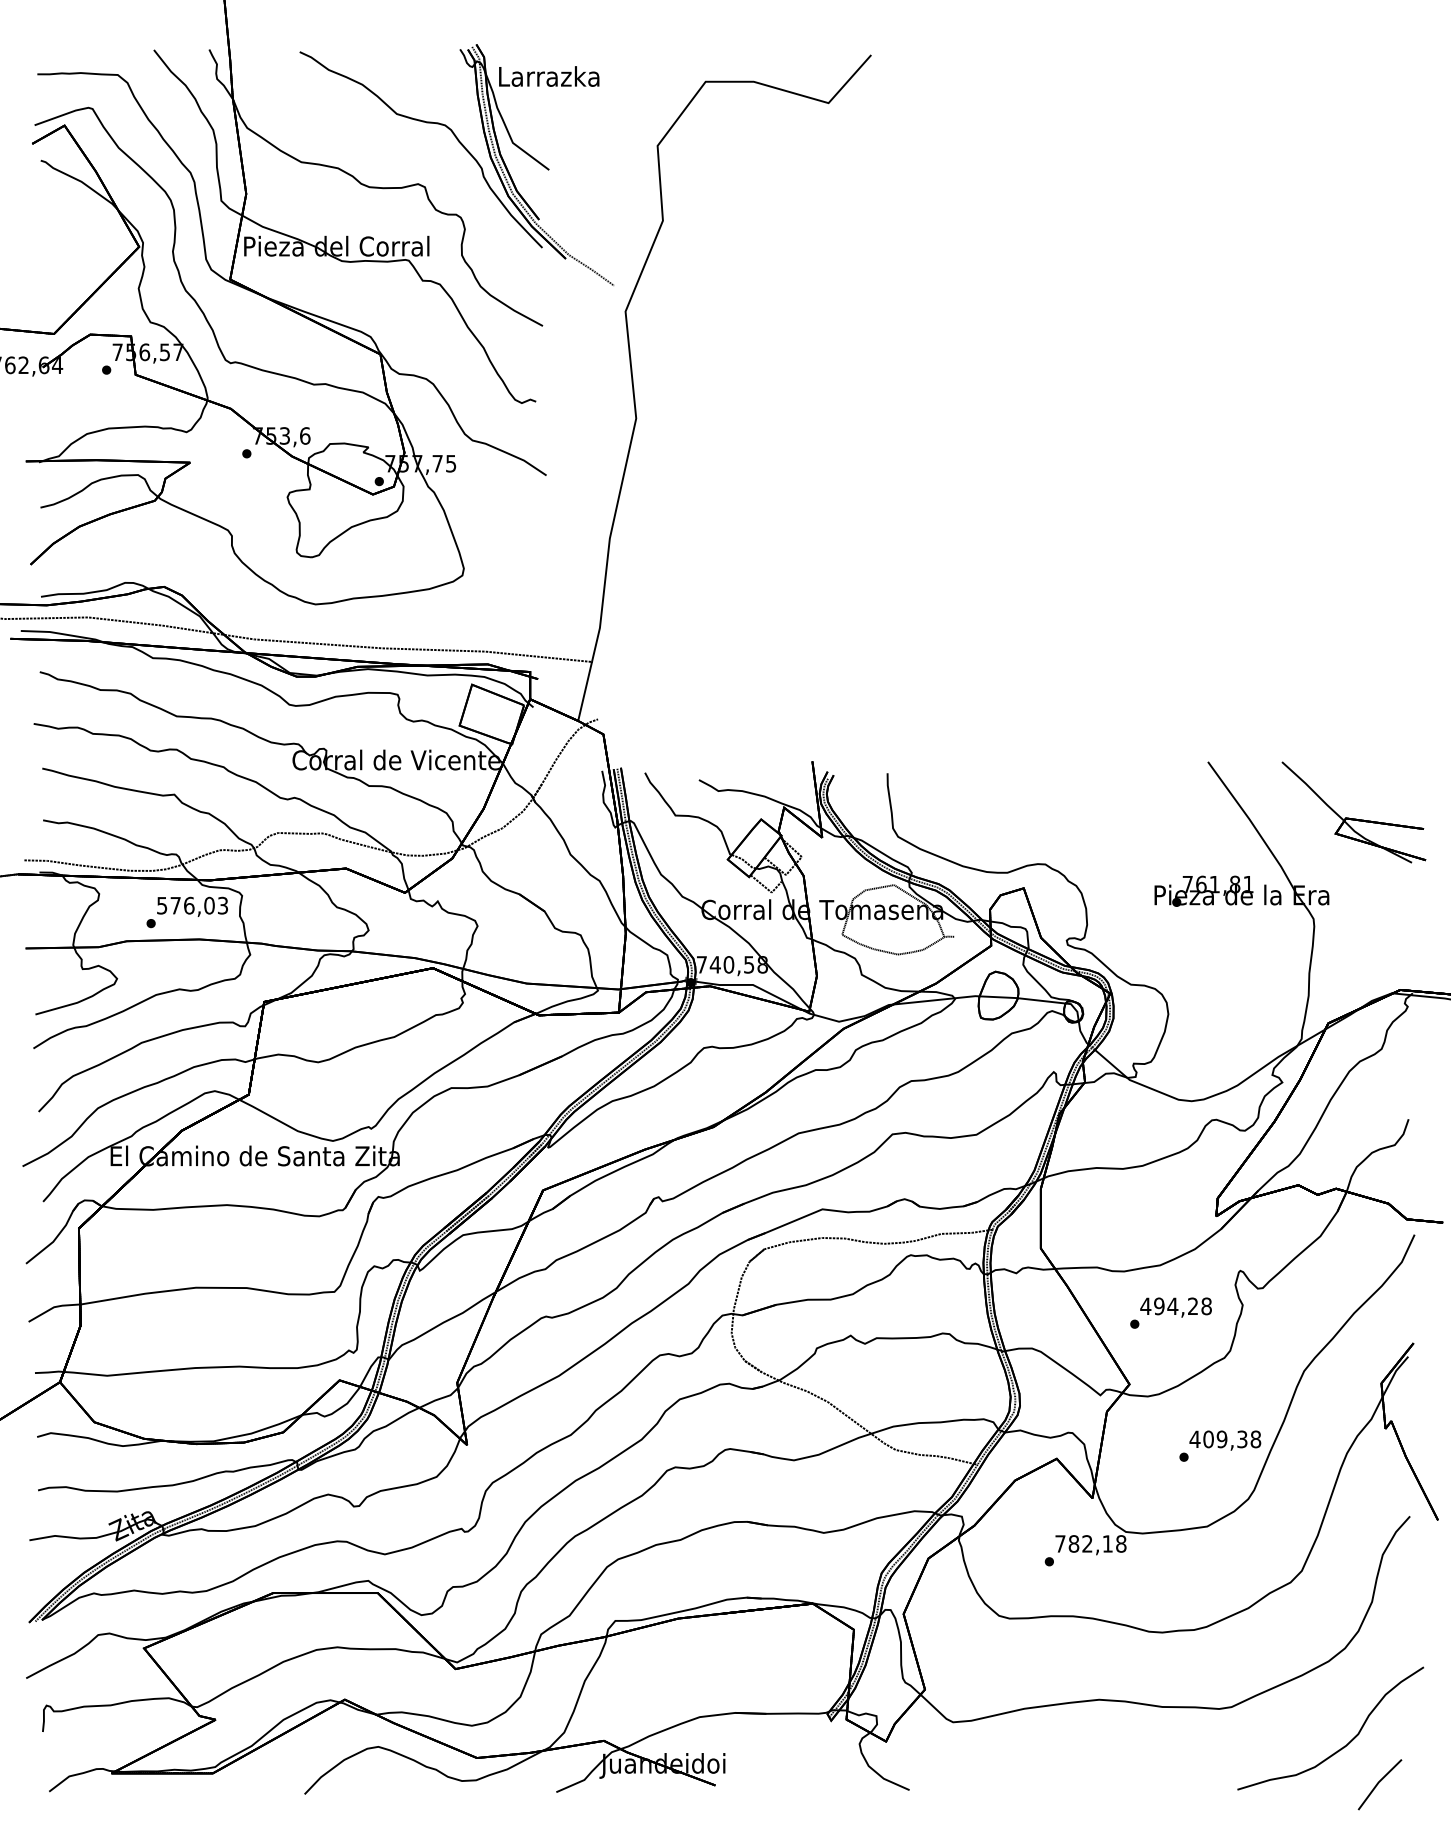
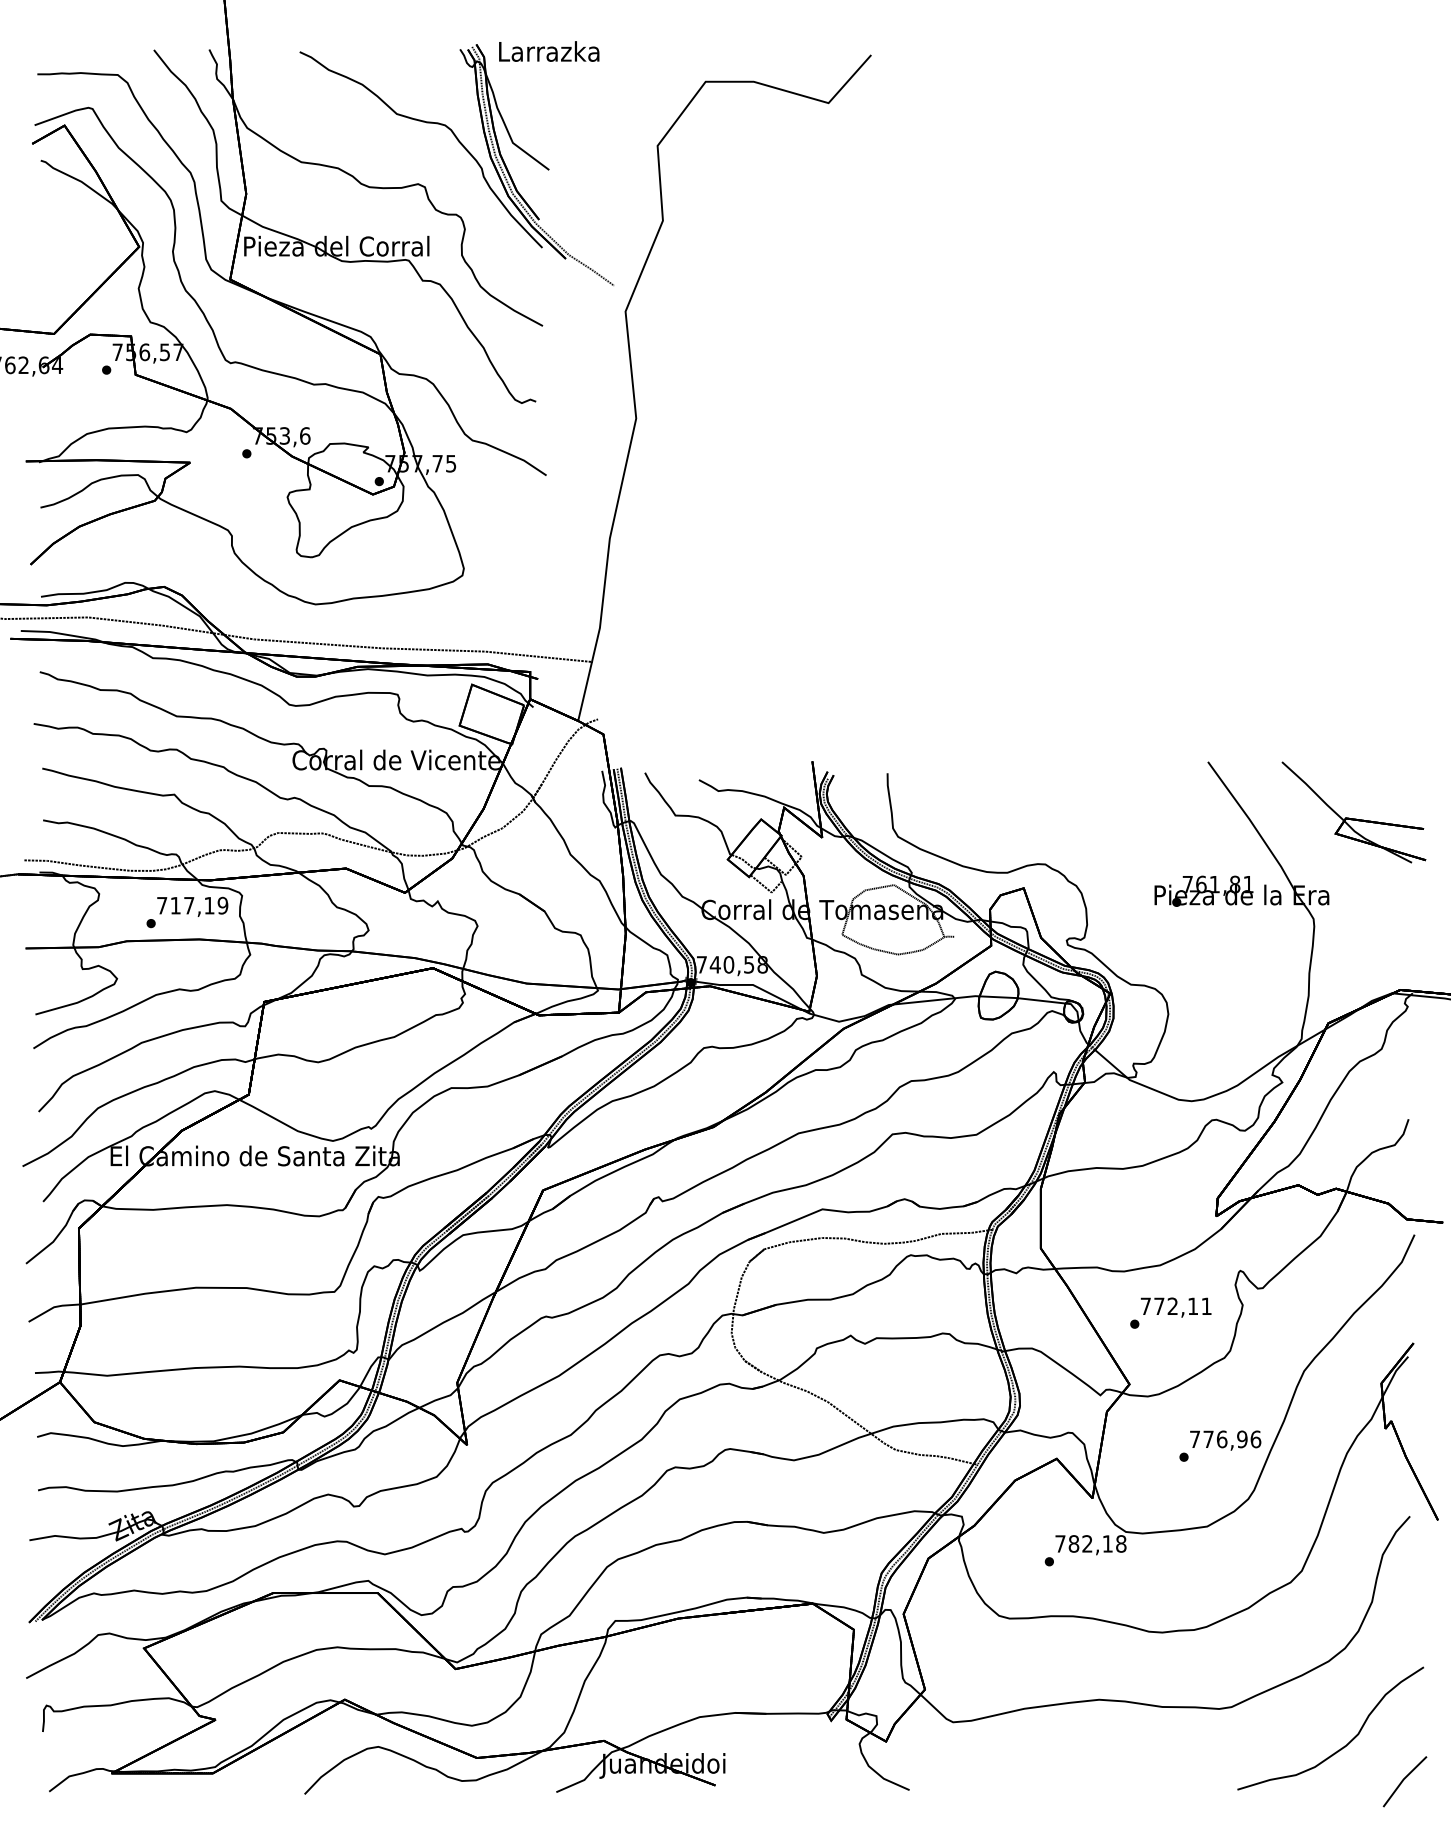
text at (549, 76) position: (549, 76) -> (549, 51)
text at (192, 905): 576,03 -> 717,19
text at (1175, 1306): 494,28 -> 772,11
text at (1225, 1439): 409,38 -> 776,96
line at (1379, 1783) position: (1379, 1783) -> (1404, 1780)
